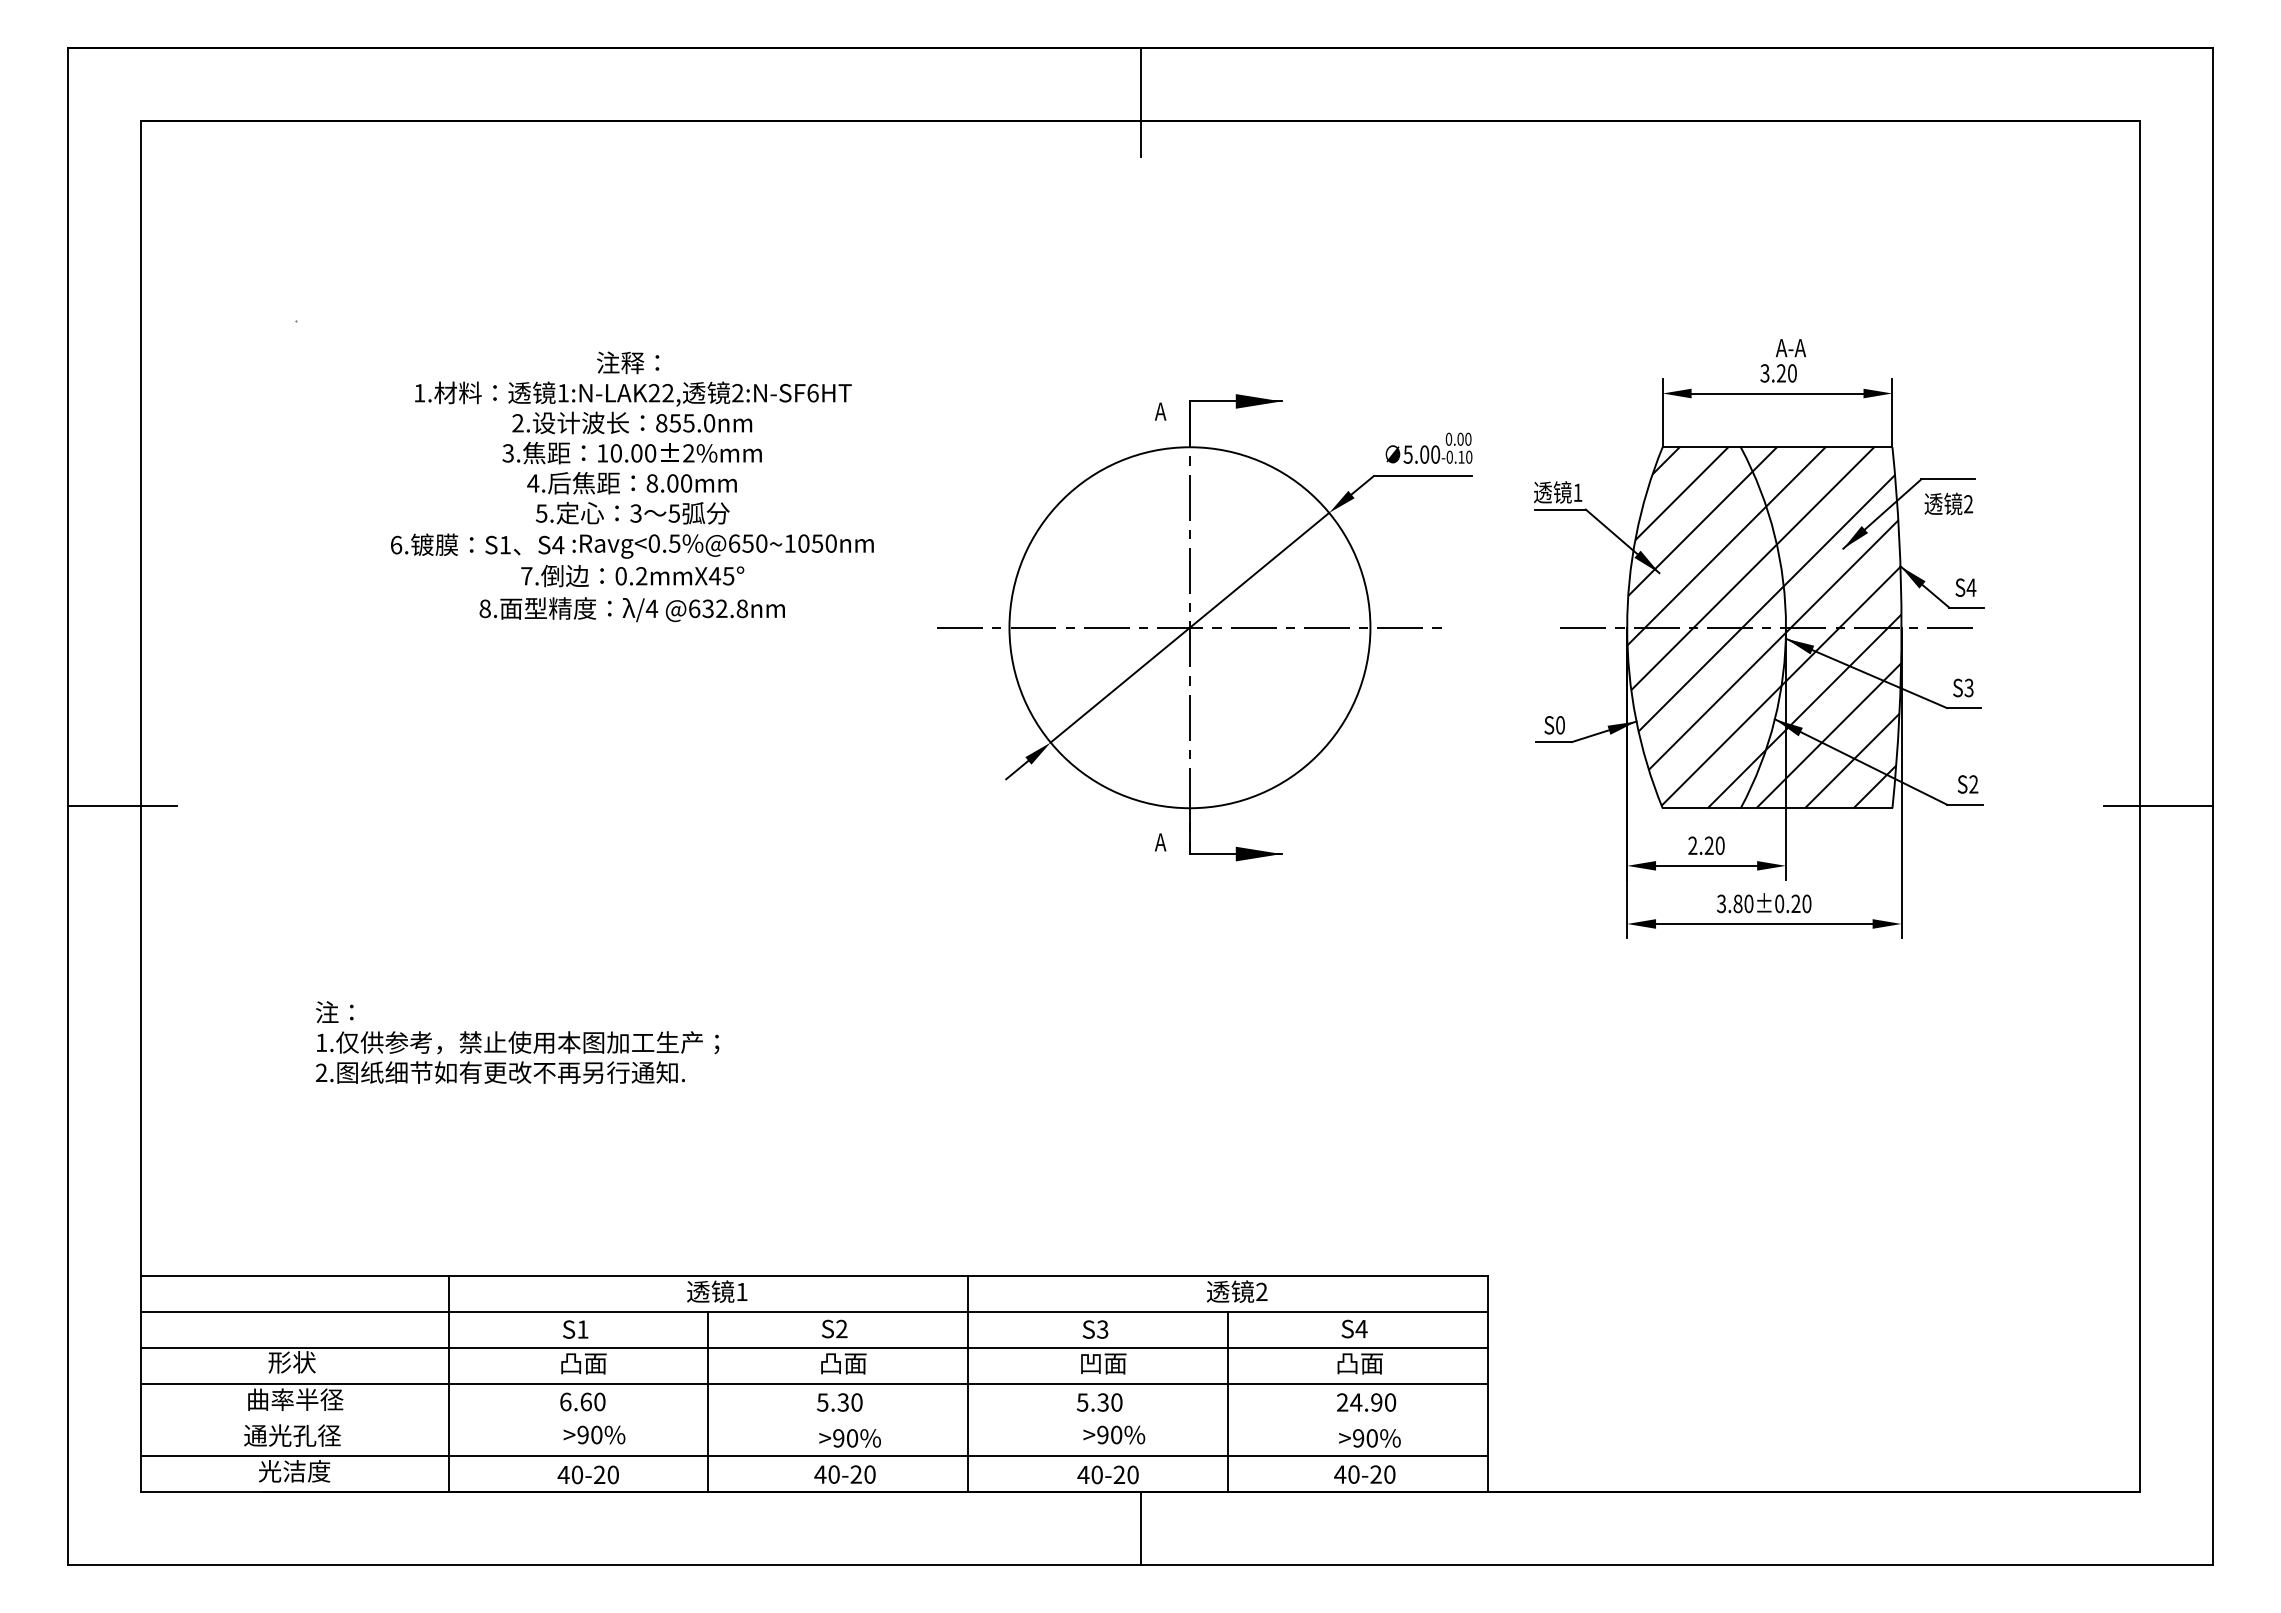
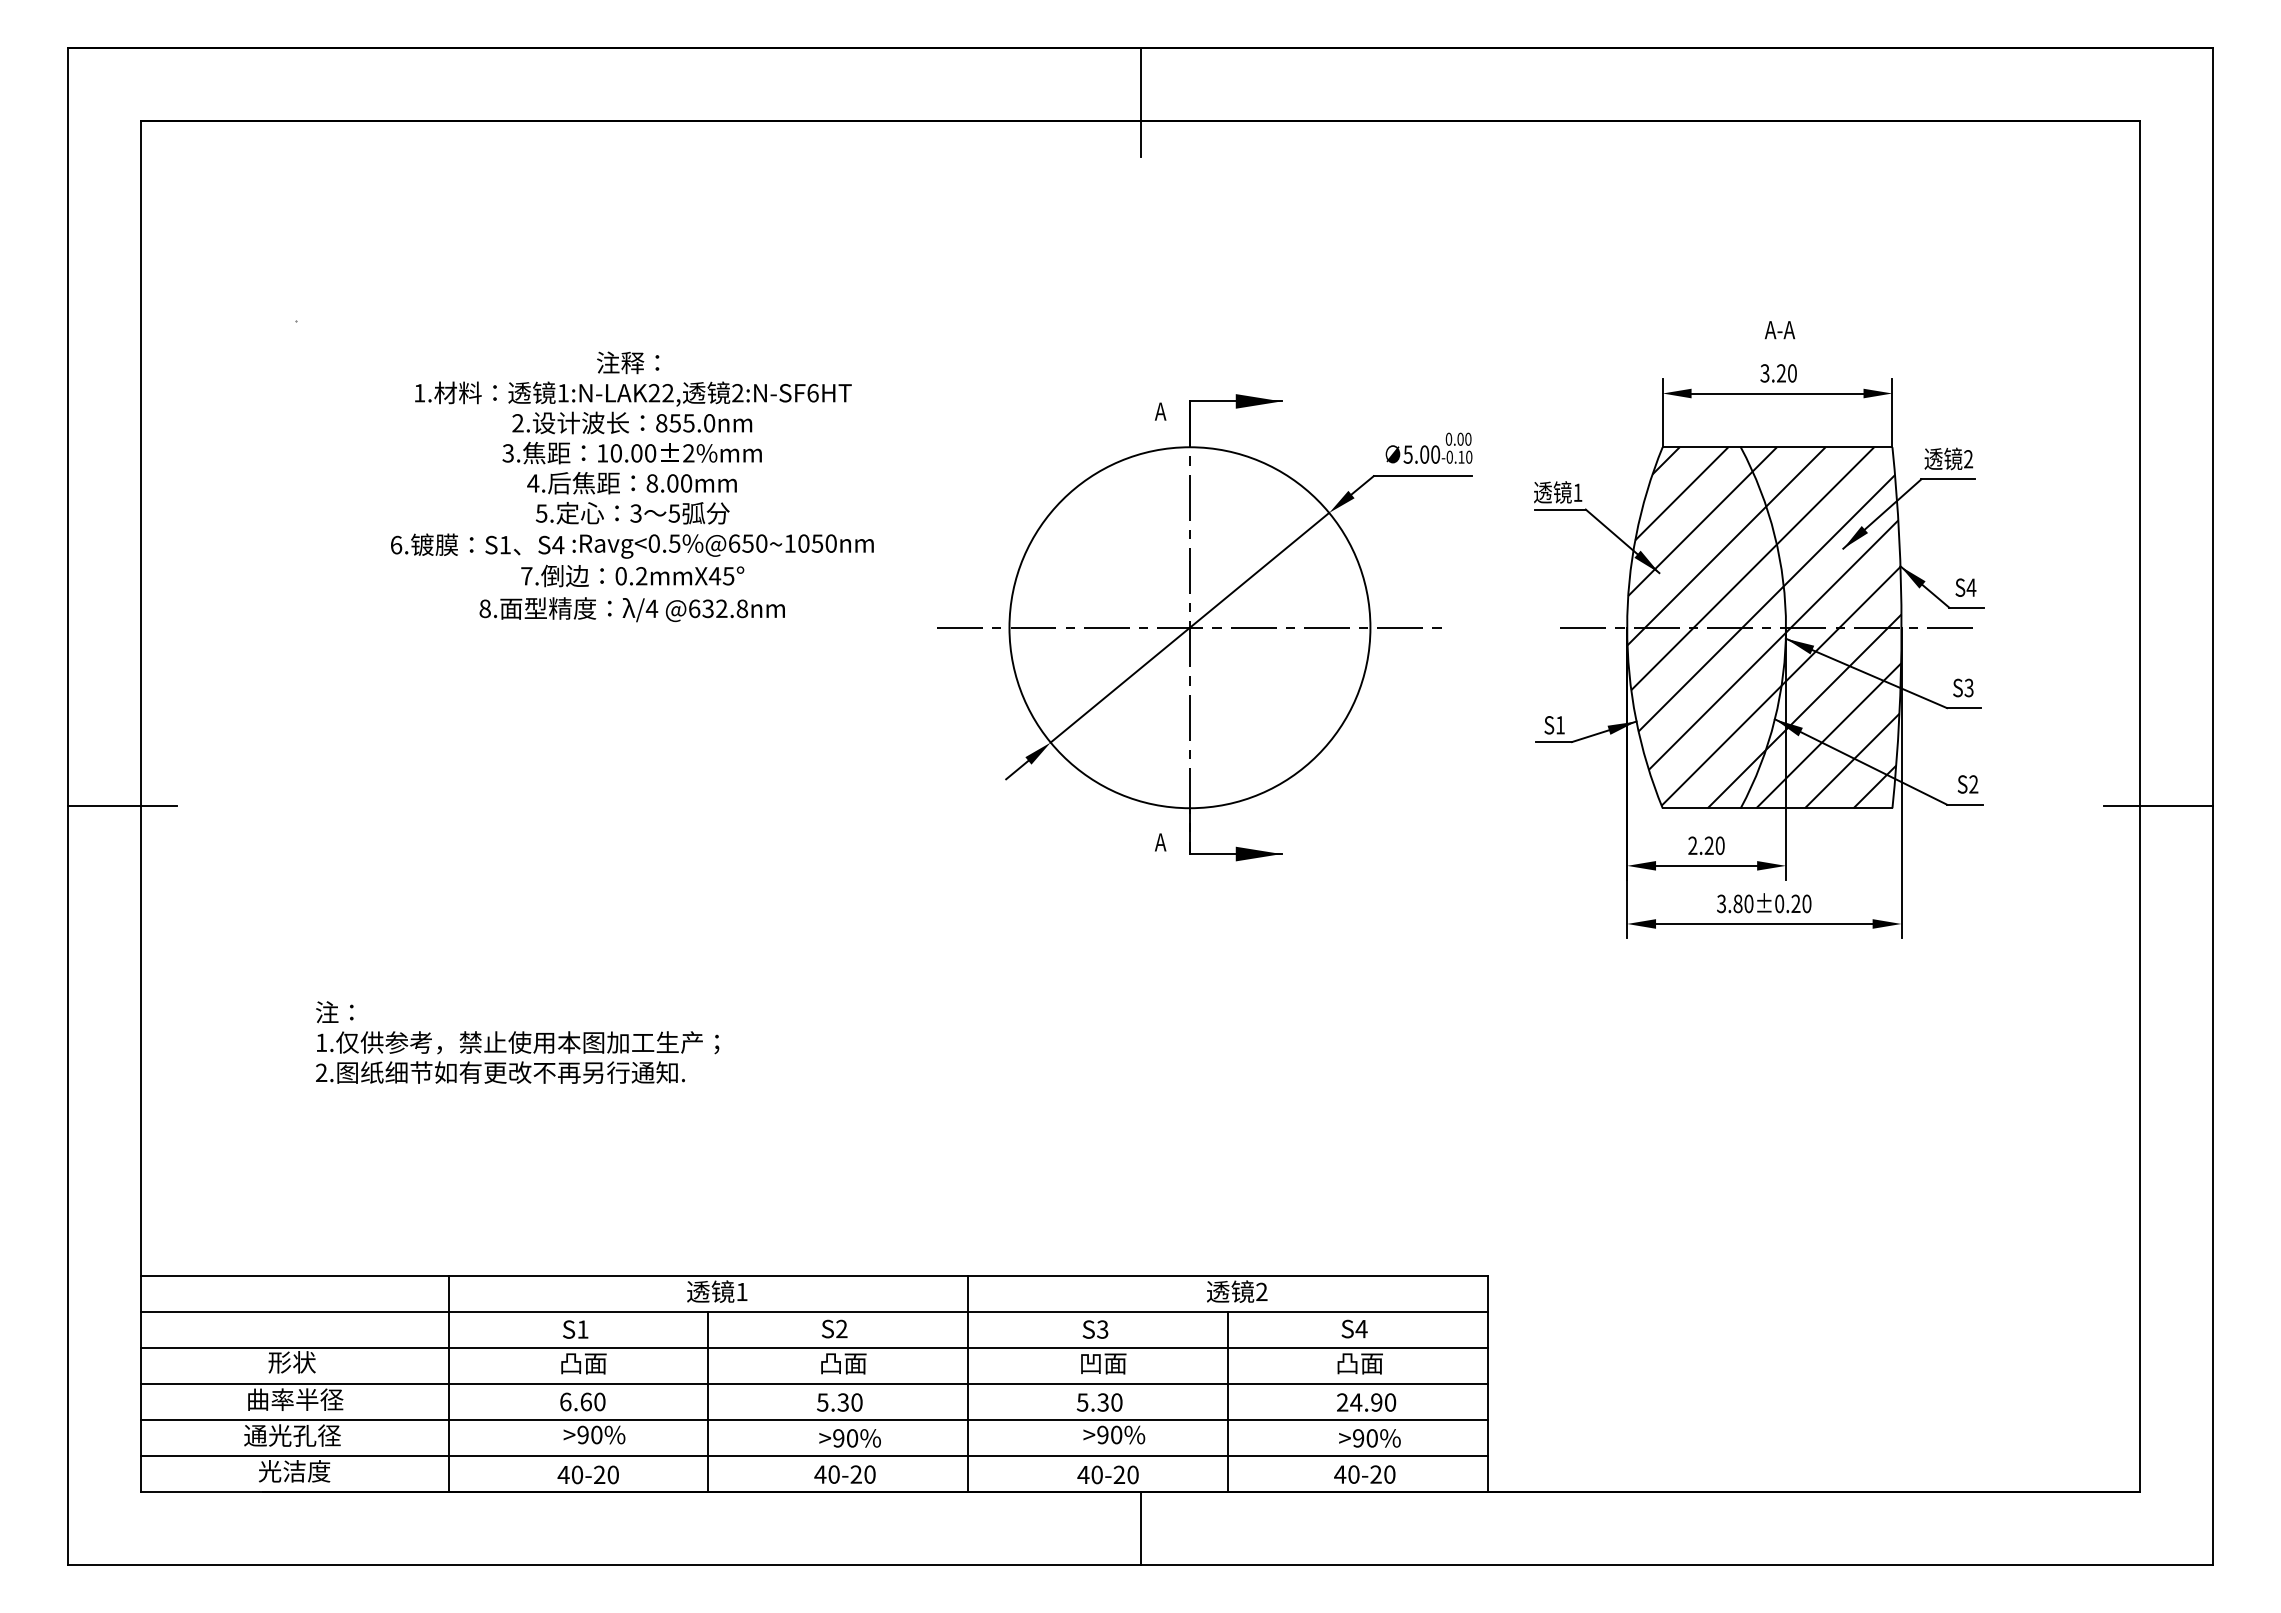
text at (1791, 348) position: (1791, 348) -> (1780, 330)
text at (1948, 503) position: (1948, 503) -> (1948, 458)
text at (1560, 725): S0 -> S1
line at (814, 1420): none -> present
